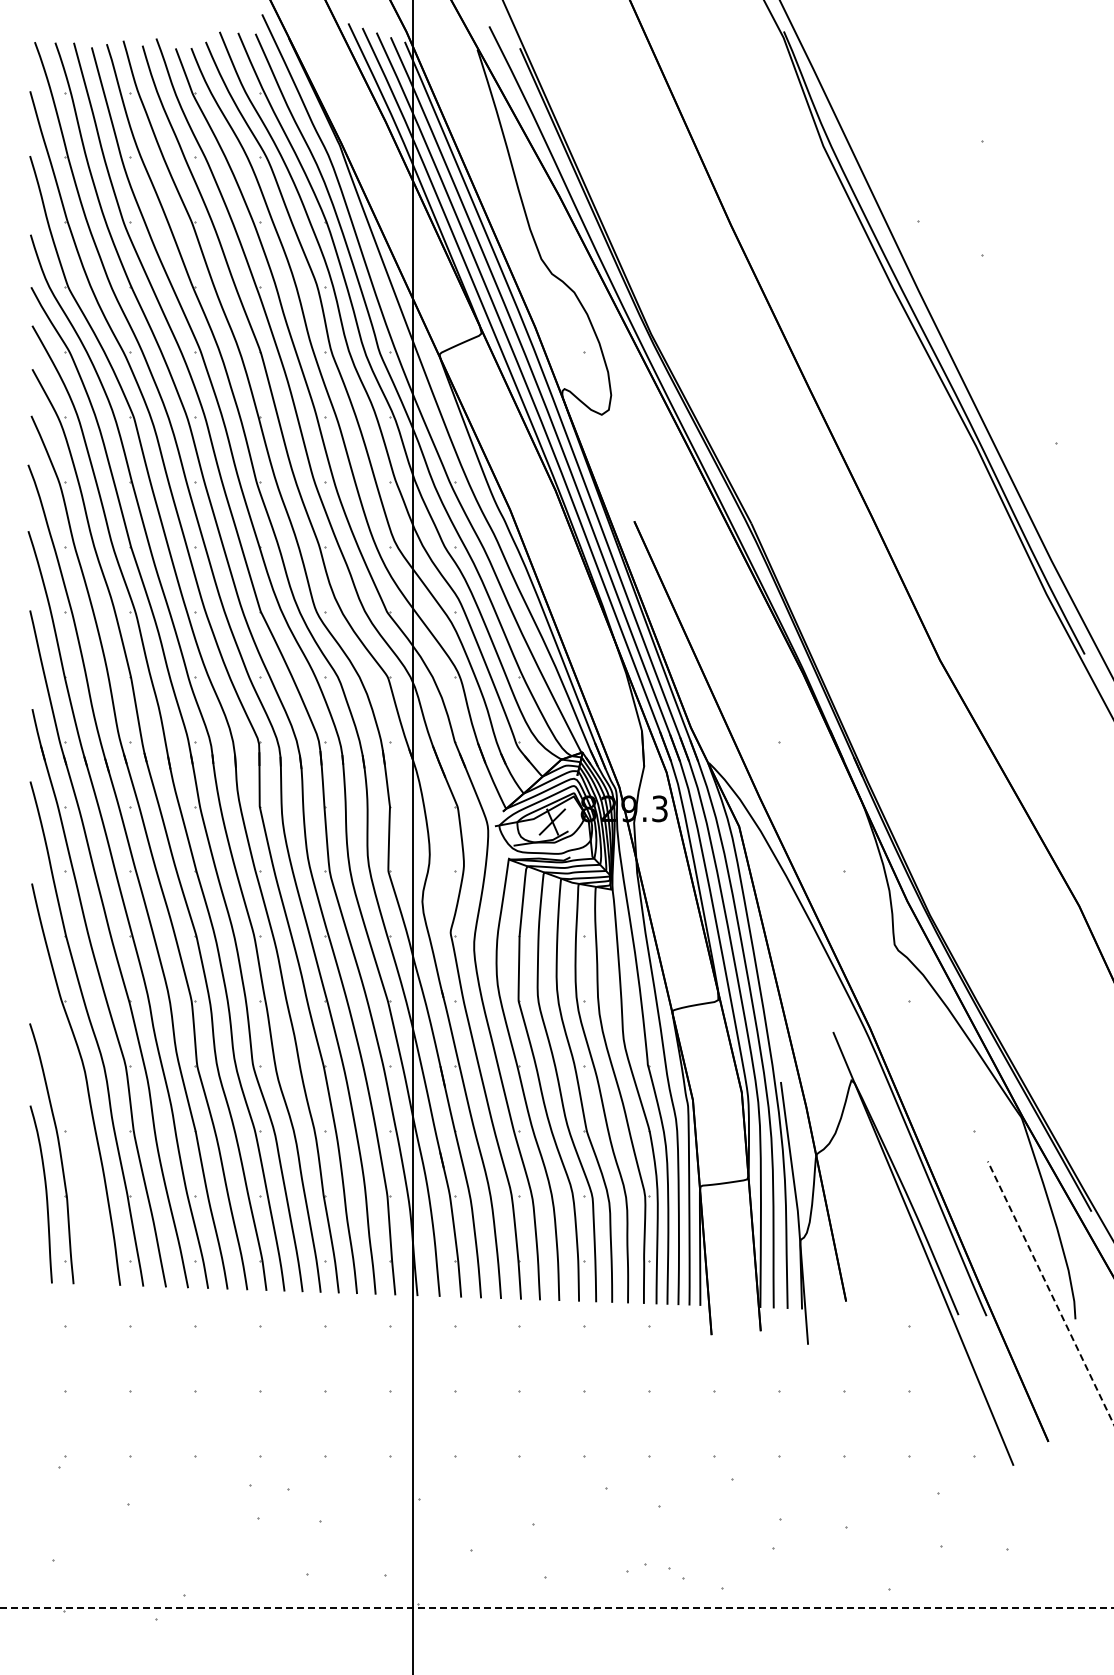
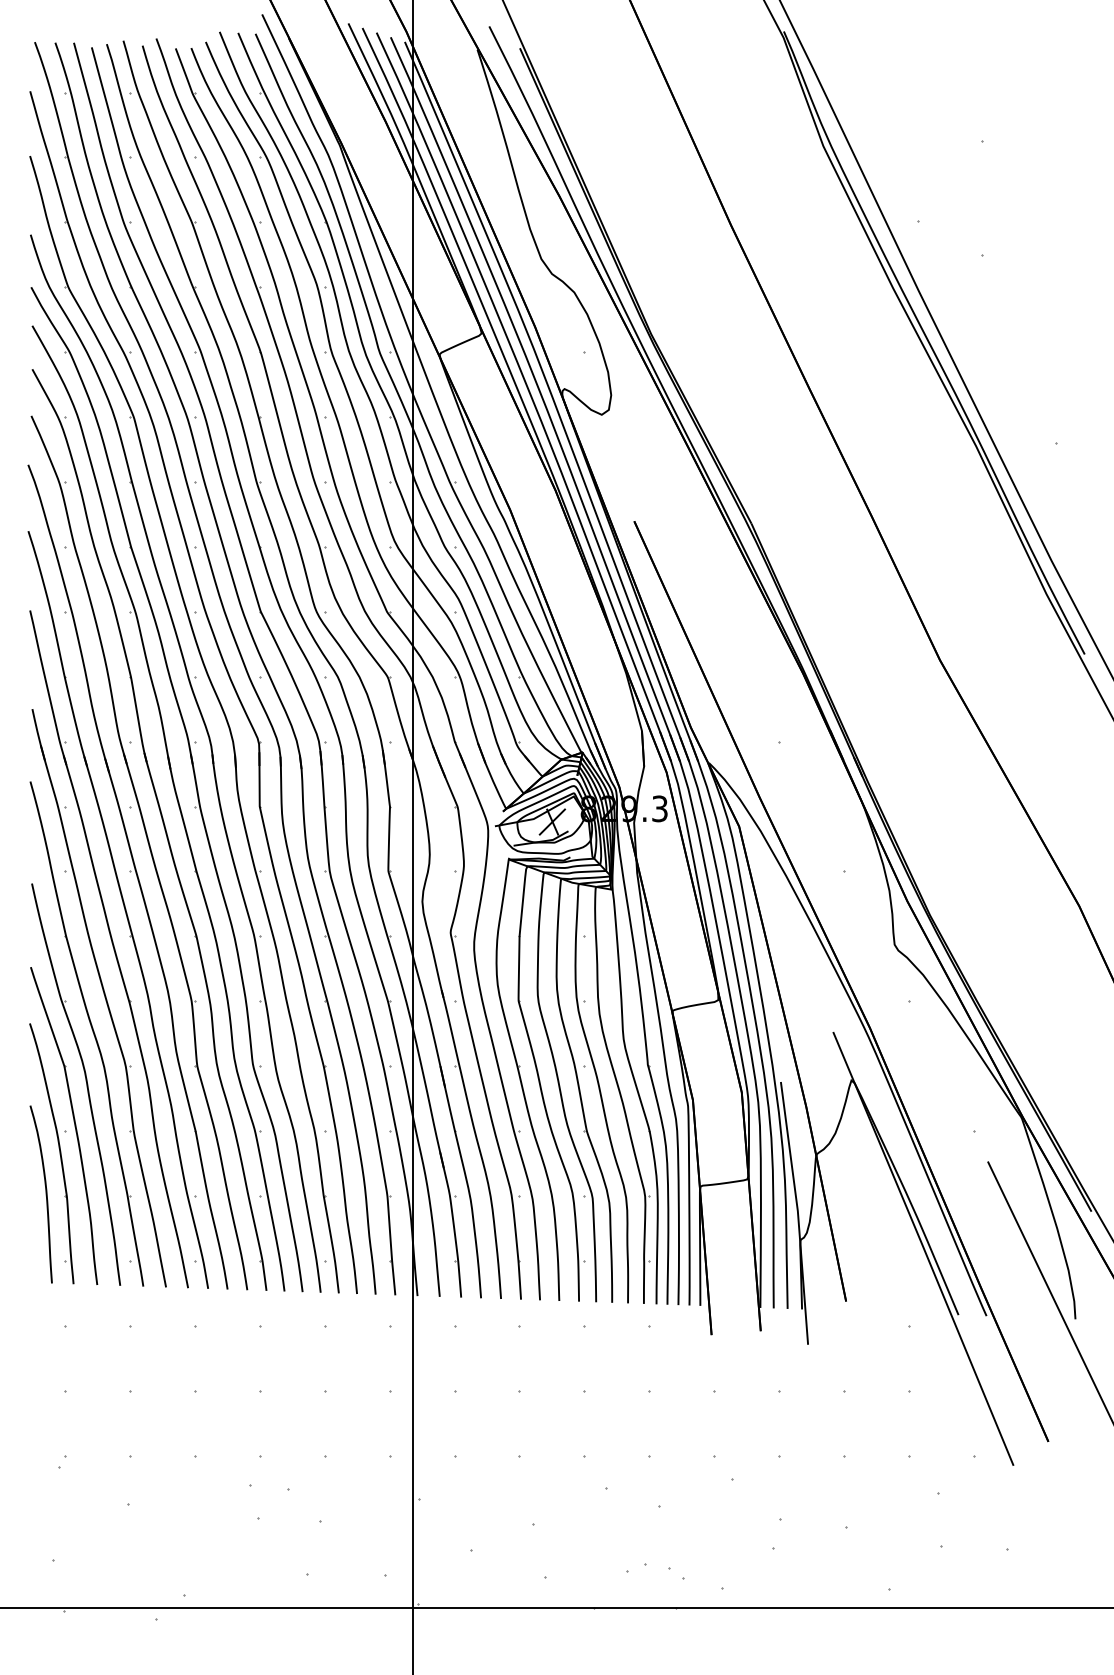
part at (73, 1121): none -> present
line at (1050, 1293): dashed -> solid
line at (557, 1608): dashed -> solid
